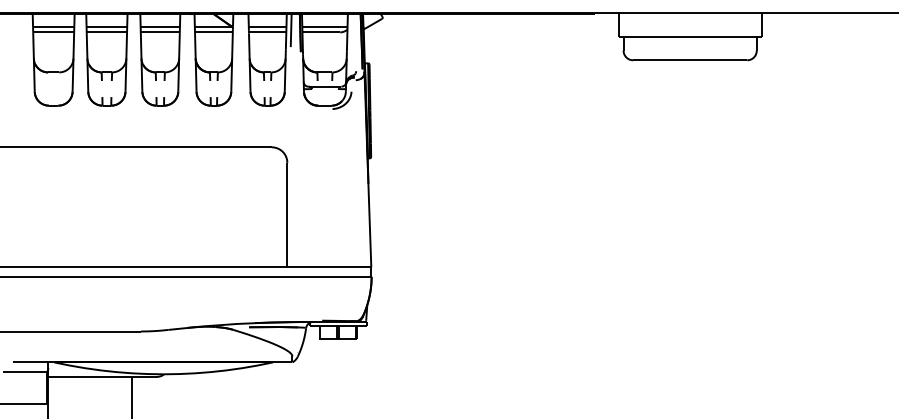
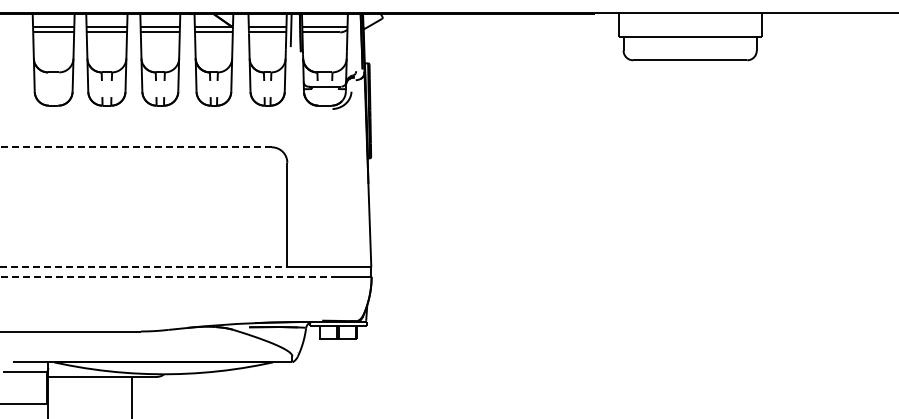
line at (135, 147): solid -> dashed
line at (144, 267): solid -> dashed
line at (169, 276): solid -> dashed
